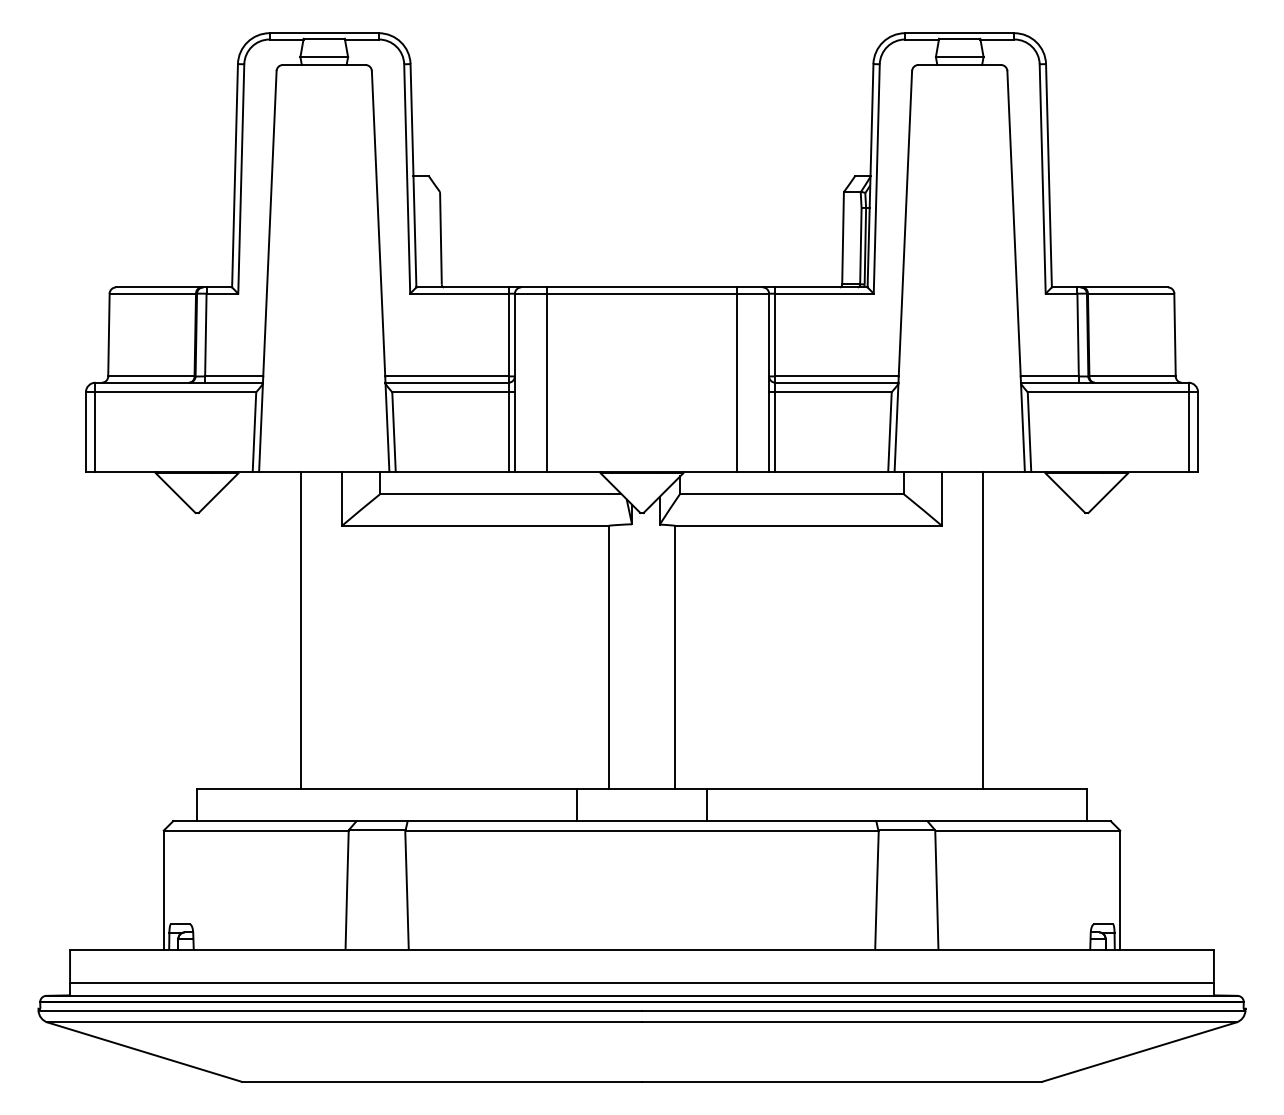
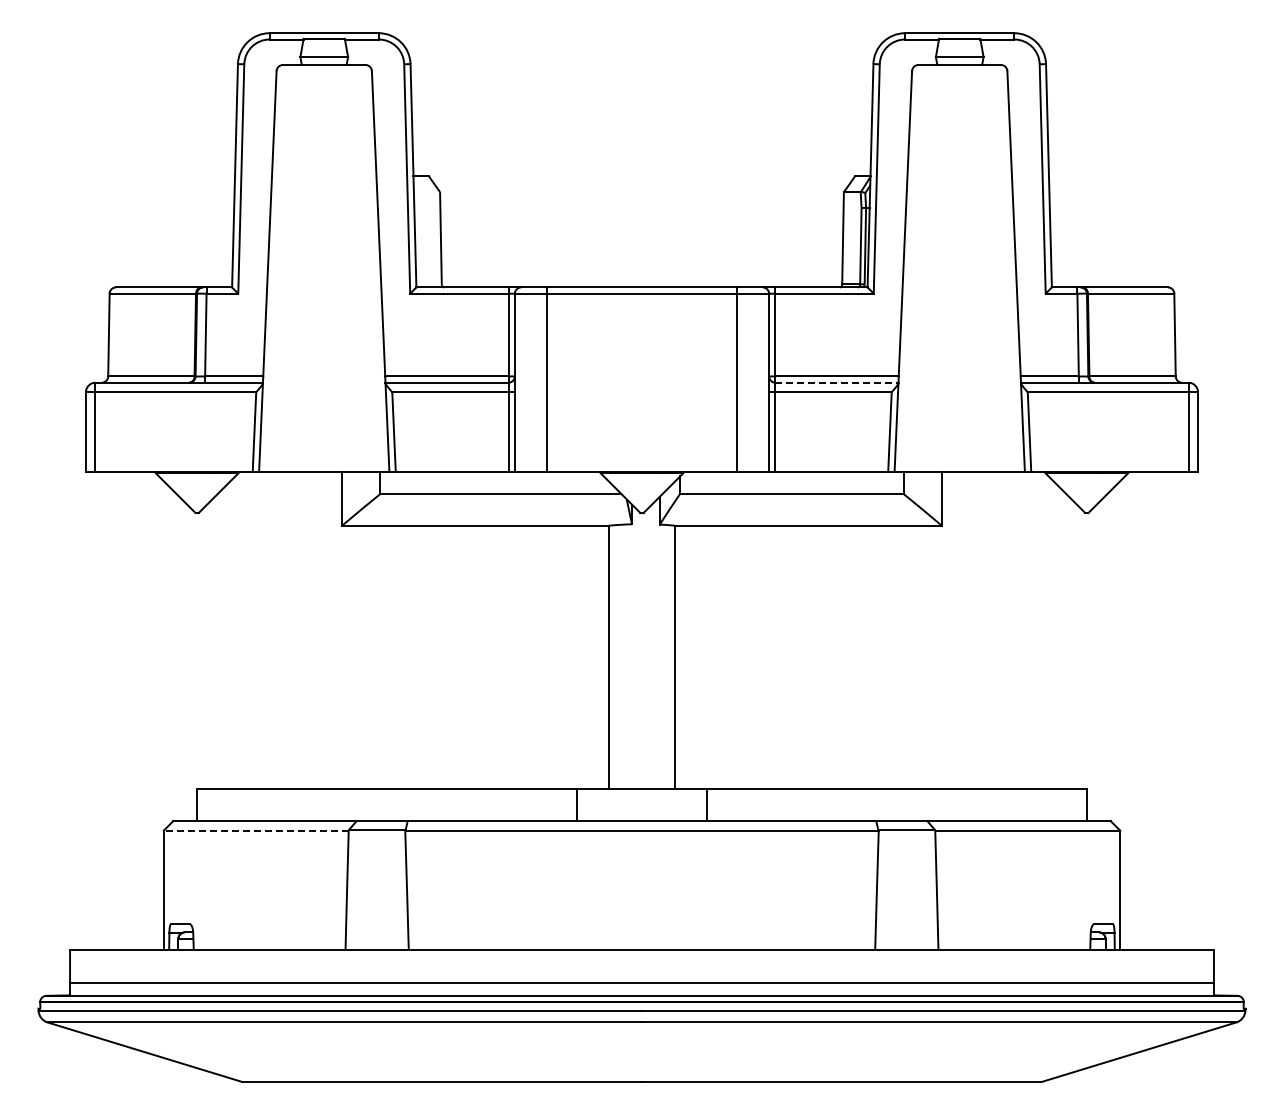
line at (836, 382): solid -> dashed
line at (301, 630): present -> none
line at (982, 630): present -> none
line at (255, 830): solid -> dashed
